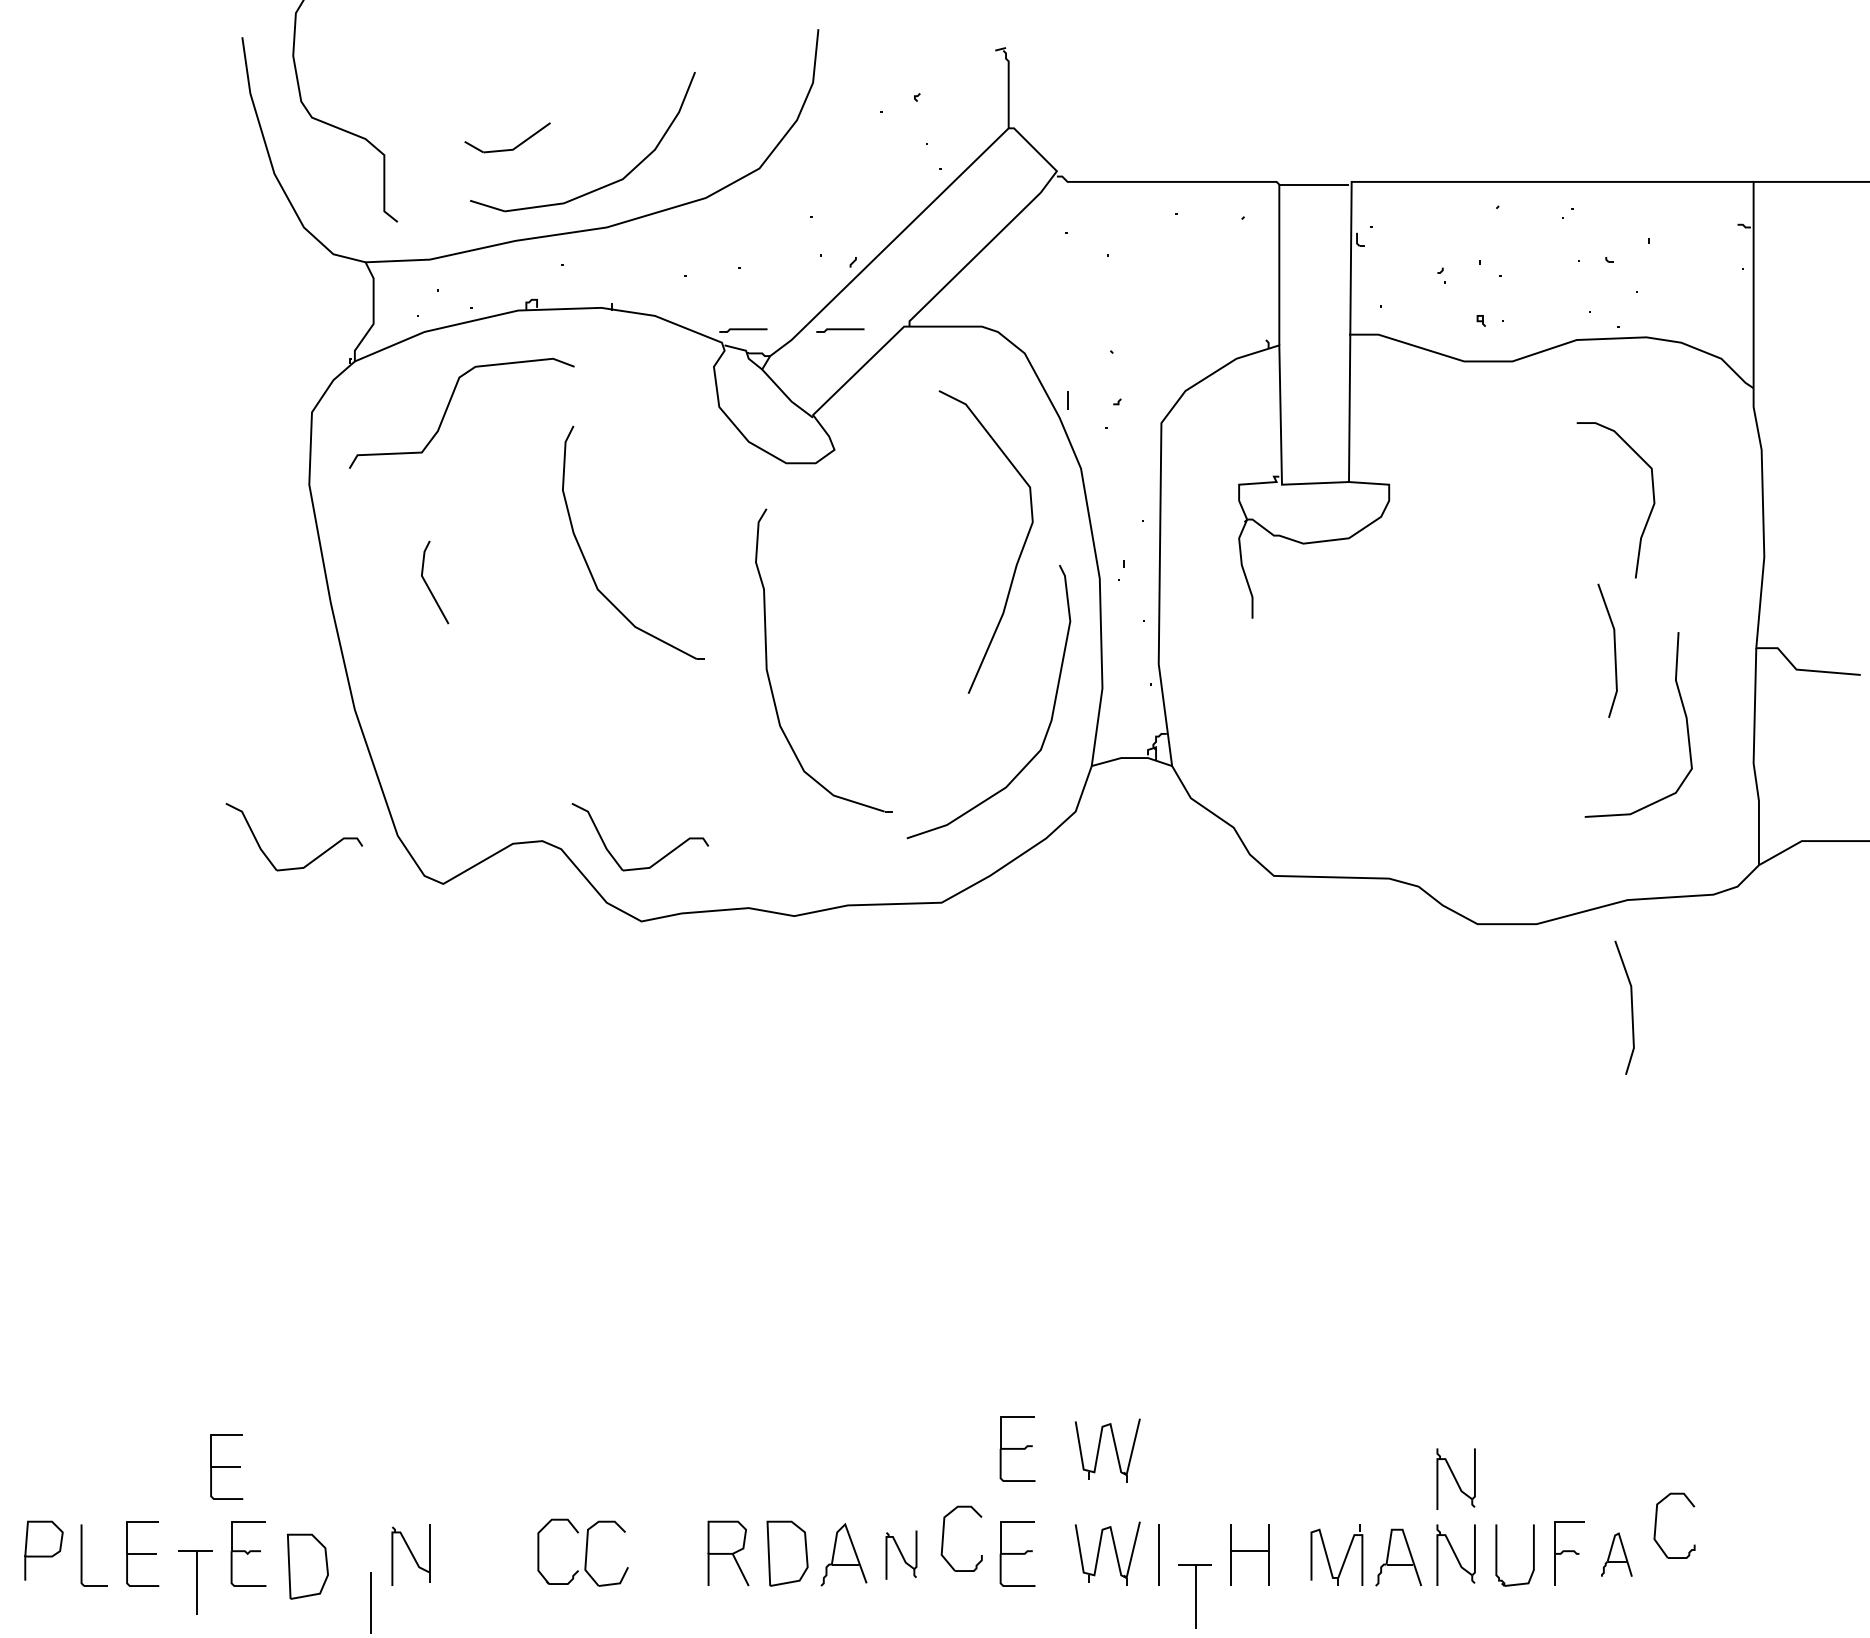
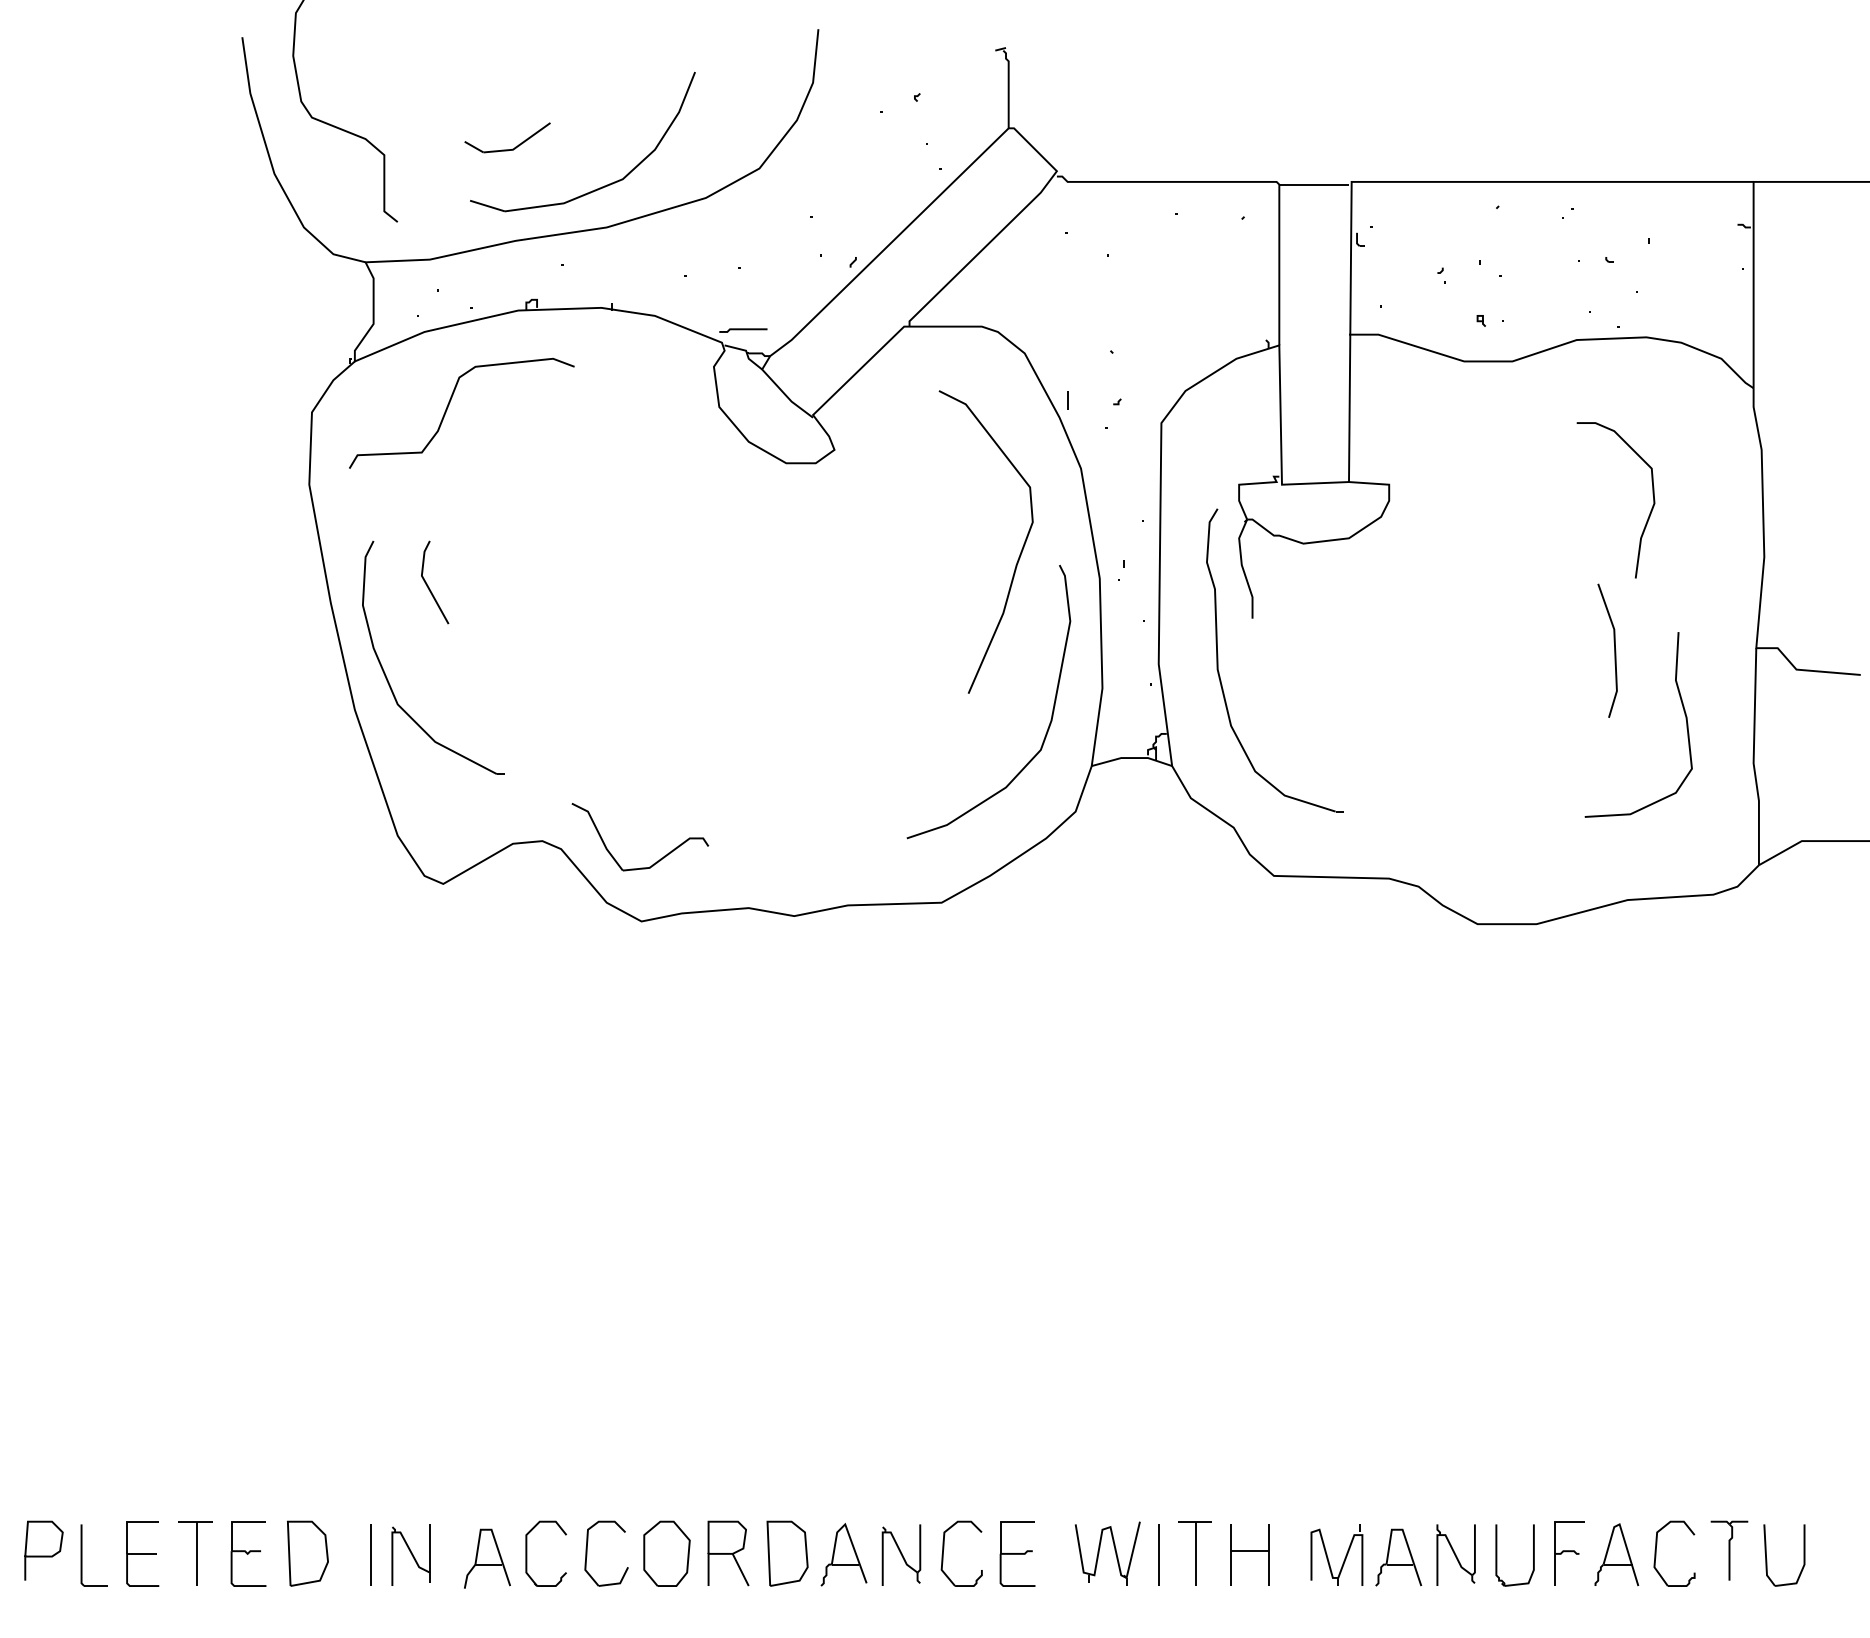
line at (840, 330): present -> none
part at (587, 562) position: (587, 562) -> (387, 677)
part at (767, 660) position: (767, 660) -> (1218, 660)
part at (311, 860): present -> none
line at (1631, 1007): present -> none
part at (1114, 1447): present -> none
part at (1017, 1448): present -> none
part at (226, 1466): present -> none
part at (1455, 1478): present -> none
part at (1656, 1525) position: (1656, 1525) -> (1656, 1553)
part at (944, 1534) position: (944, 1534) -> (944, 1549)
part at (1729, 1550): none -> present
part at (539, 1551) position: (539, 1551) -> (527, 1553)
part at (666, 1553): none -> present
part at (901, 1554) size: 33x50 px -> 41x62 px
part at (1616, 1554) size: 32x45 px -> 46x64 px
part at (487, 1558): none -> present
part at (1767, 1559): none -> present
part at (307, 1566) position: (307, 1566) -> (307, 1553)
part at (195, 1582) position: (195, 1582) -> (195, 1553)
part at (1194, 1596) position: (1194, 1596) -> (1194, 1553)
line at (370, 1602) position: (370, 1602) -> (370, 1554)
